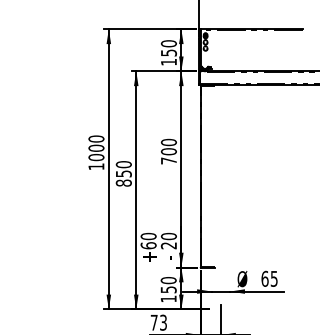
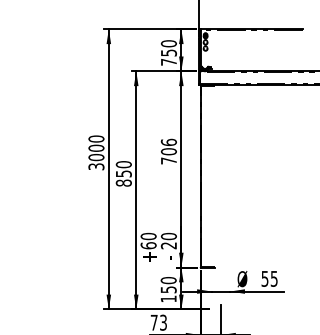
text at (168, 61): 150 -> 750
text at (168, 141): 700 -> 706
text at (96, 166): 1000 -> 3000
text at (264, 278): 65 -> 55
